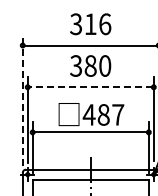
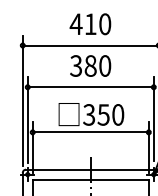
text at (90, 24): 316 -> 410
line at (90, 87): dashed -> solid
line at (22, 100): dashed -> solid
text at (103, 114): 487 -> 350
